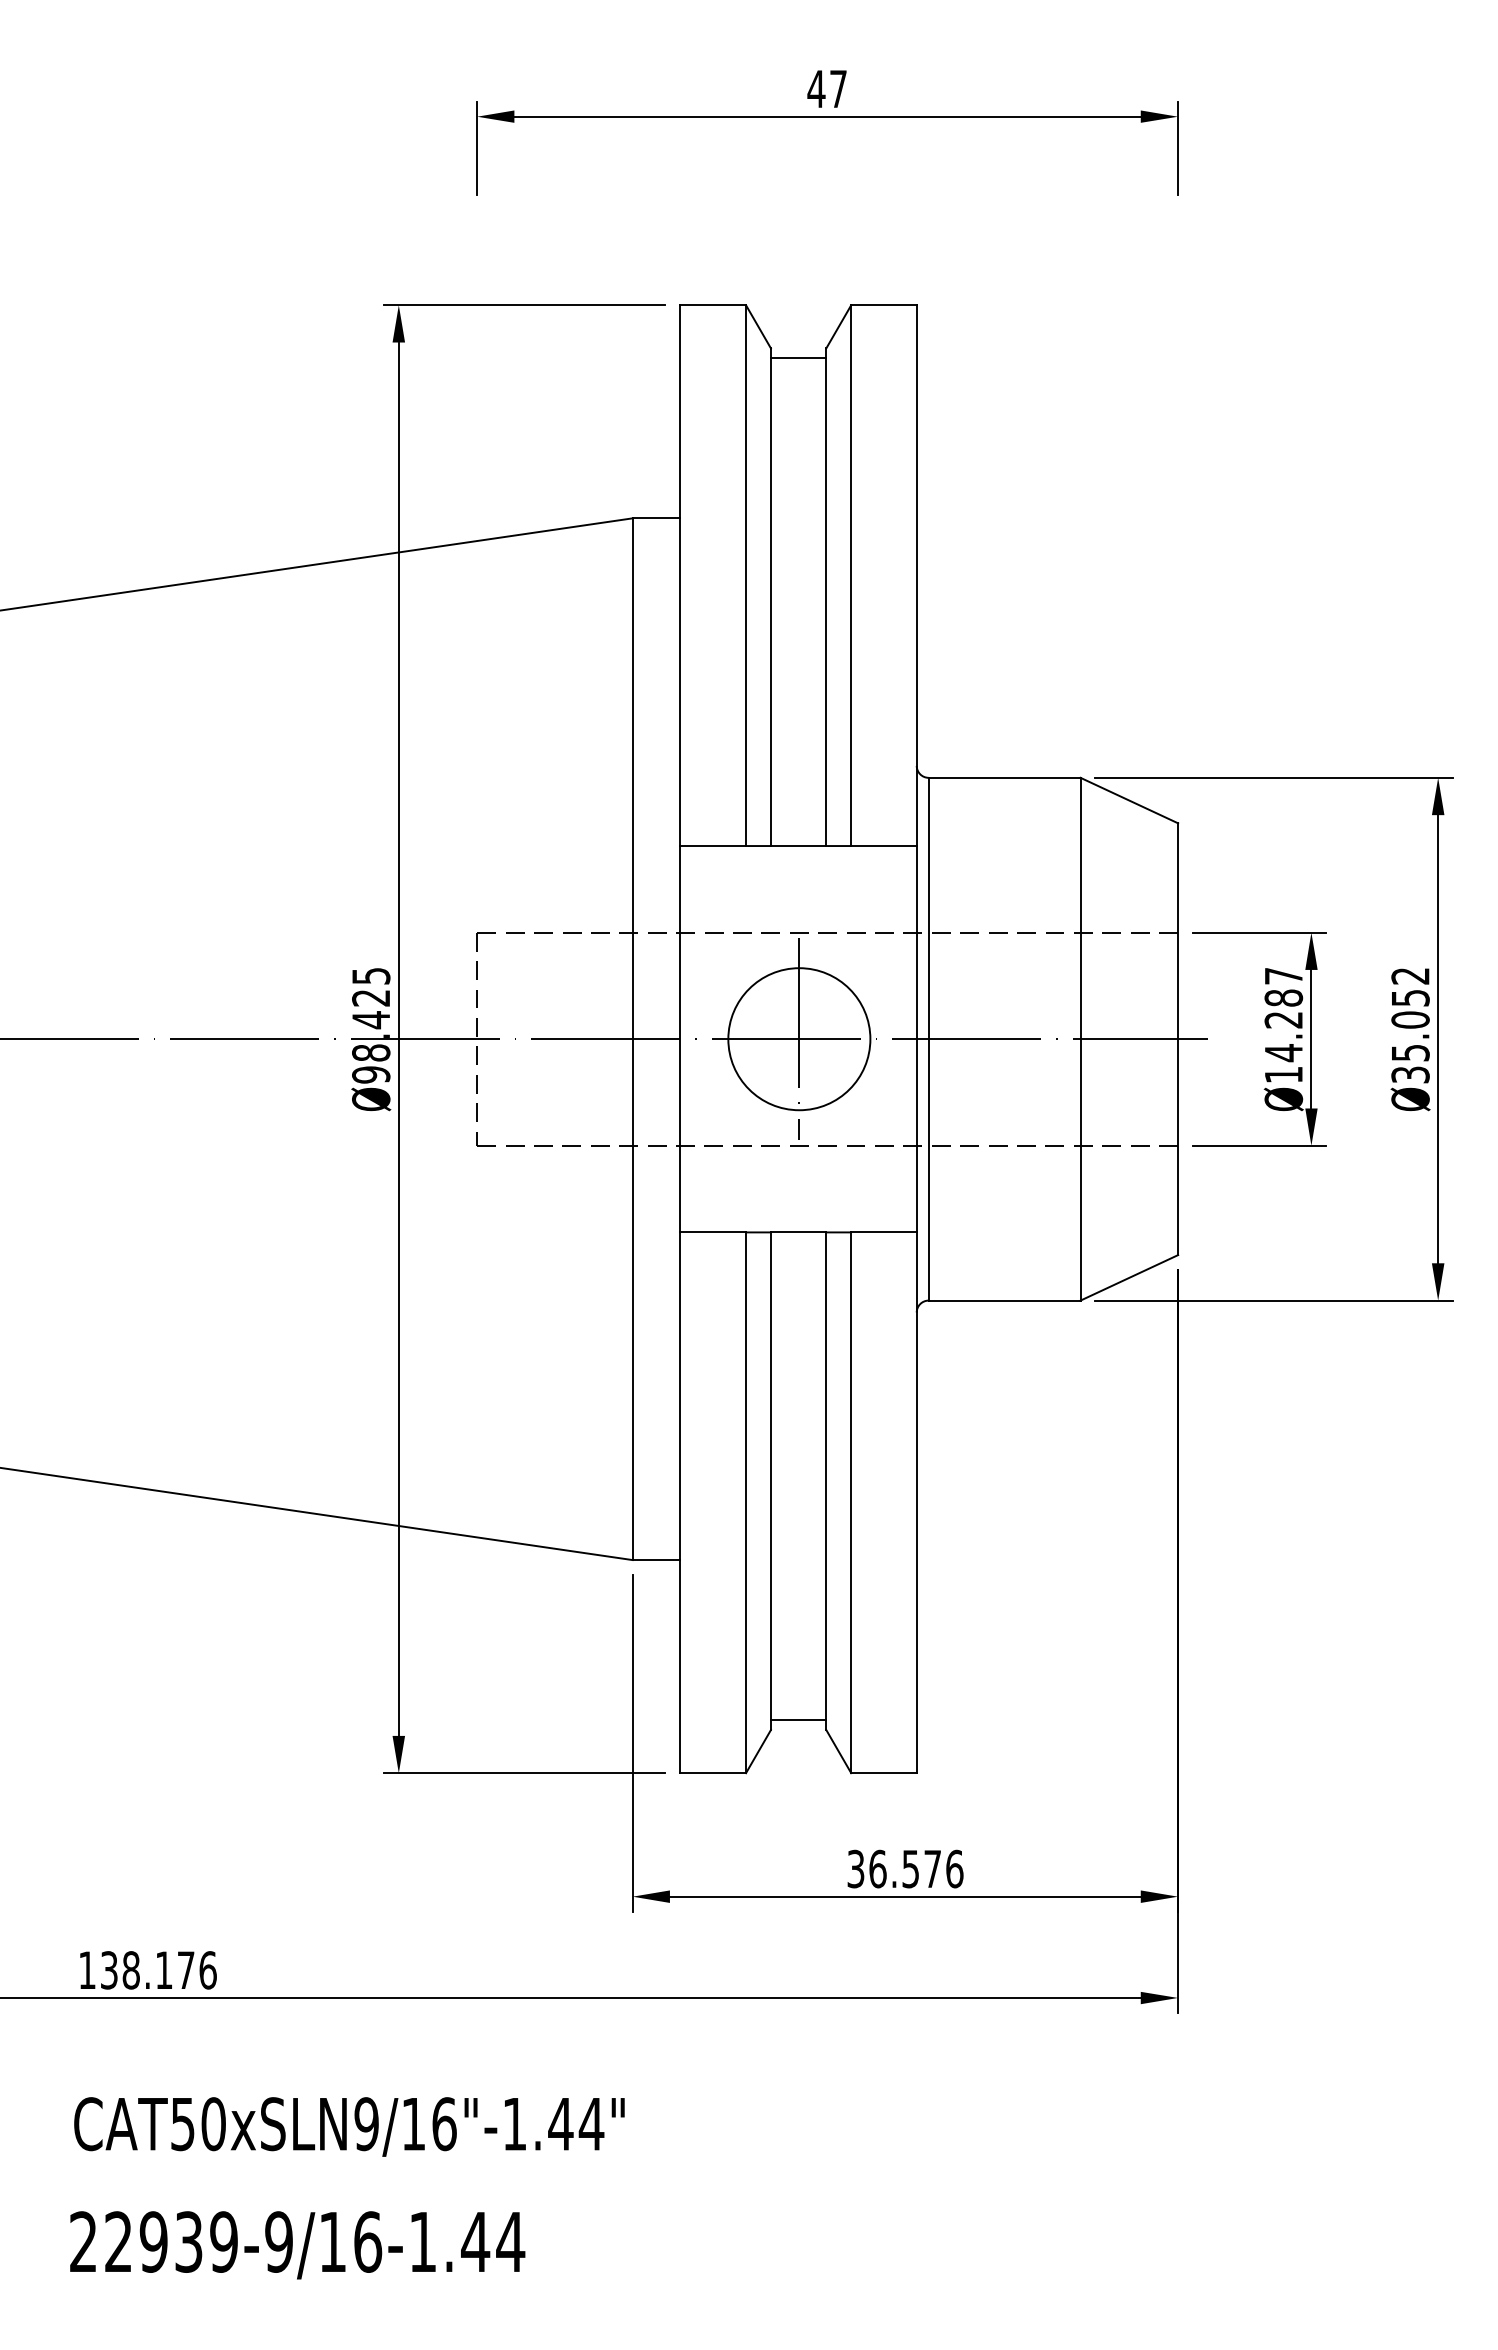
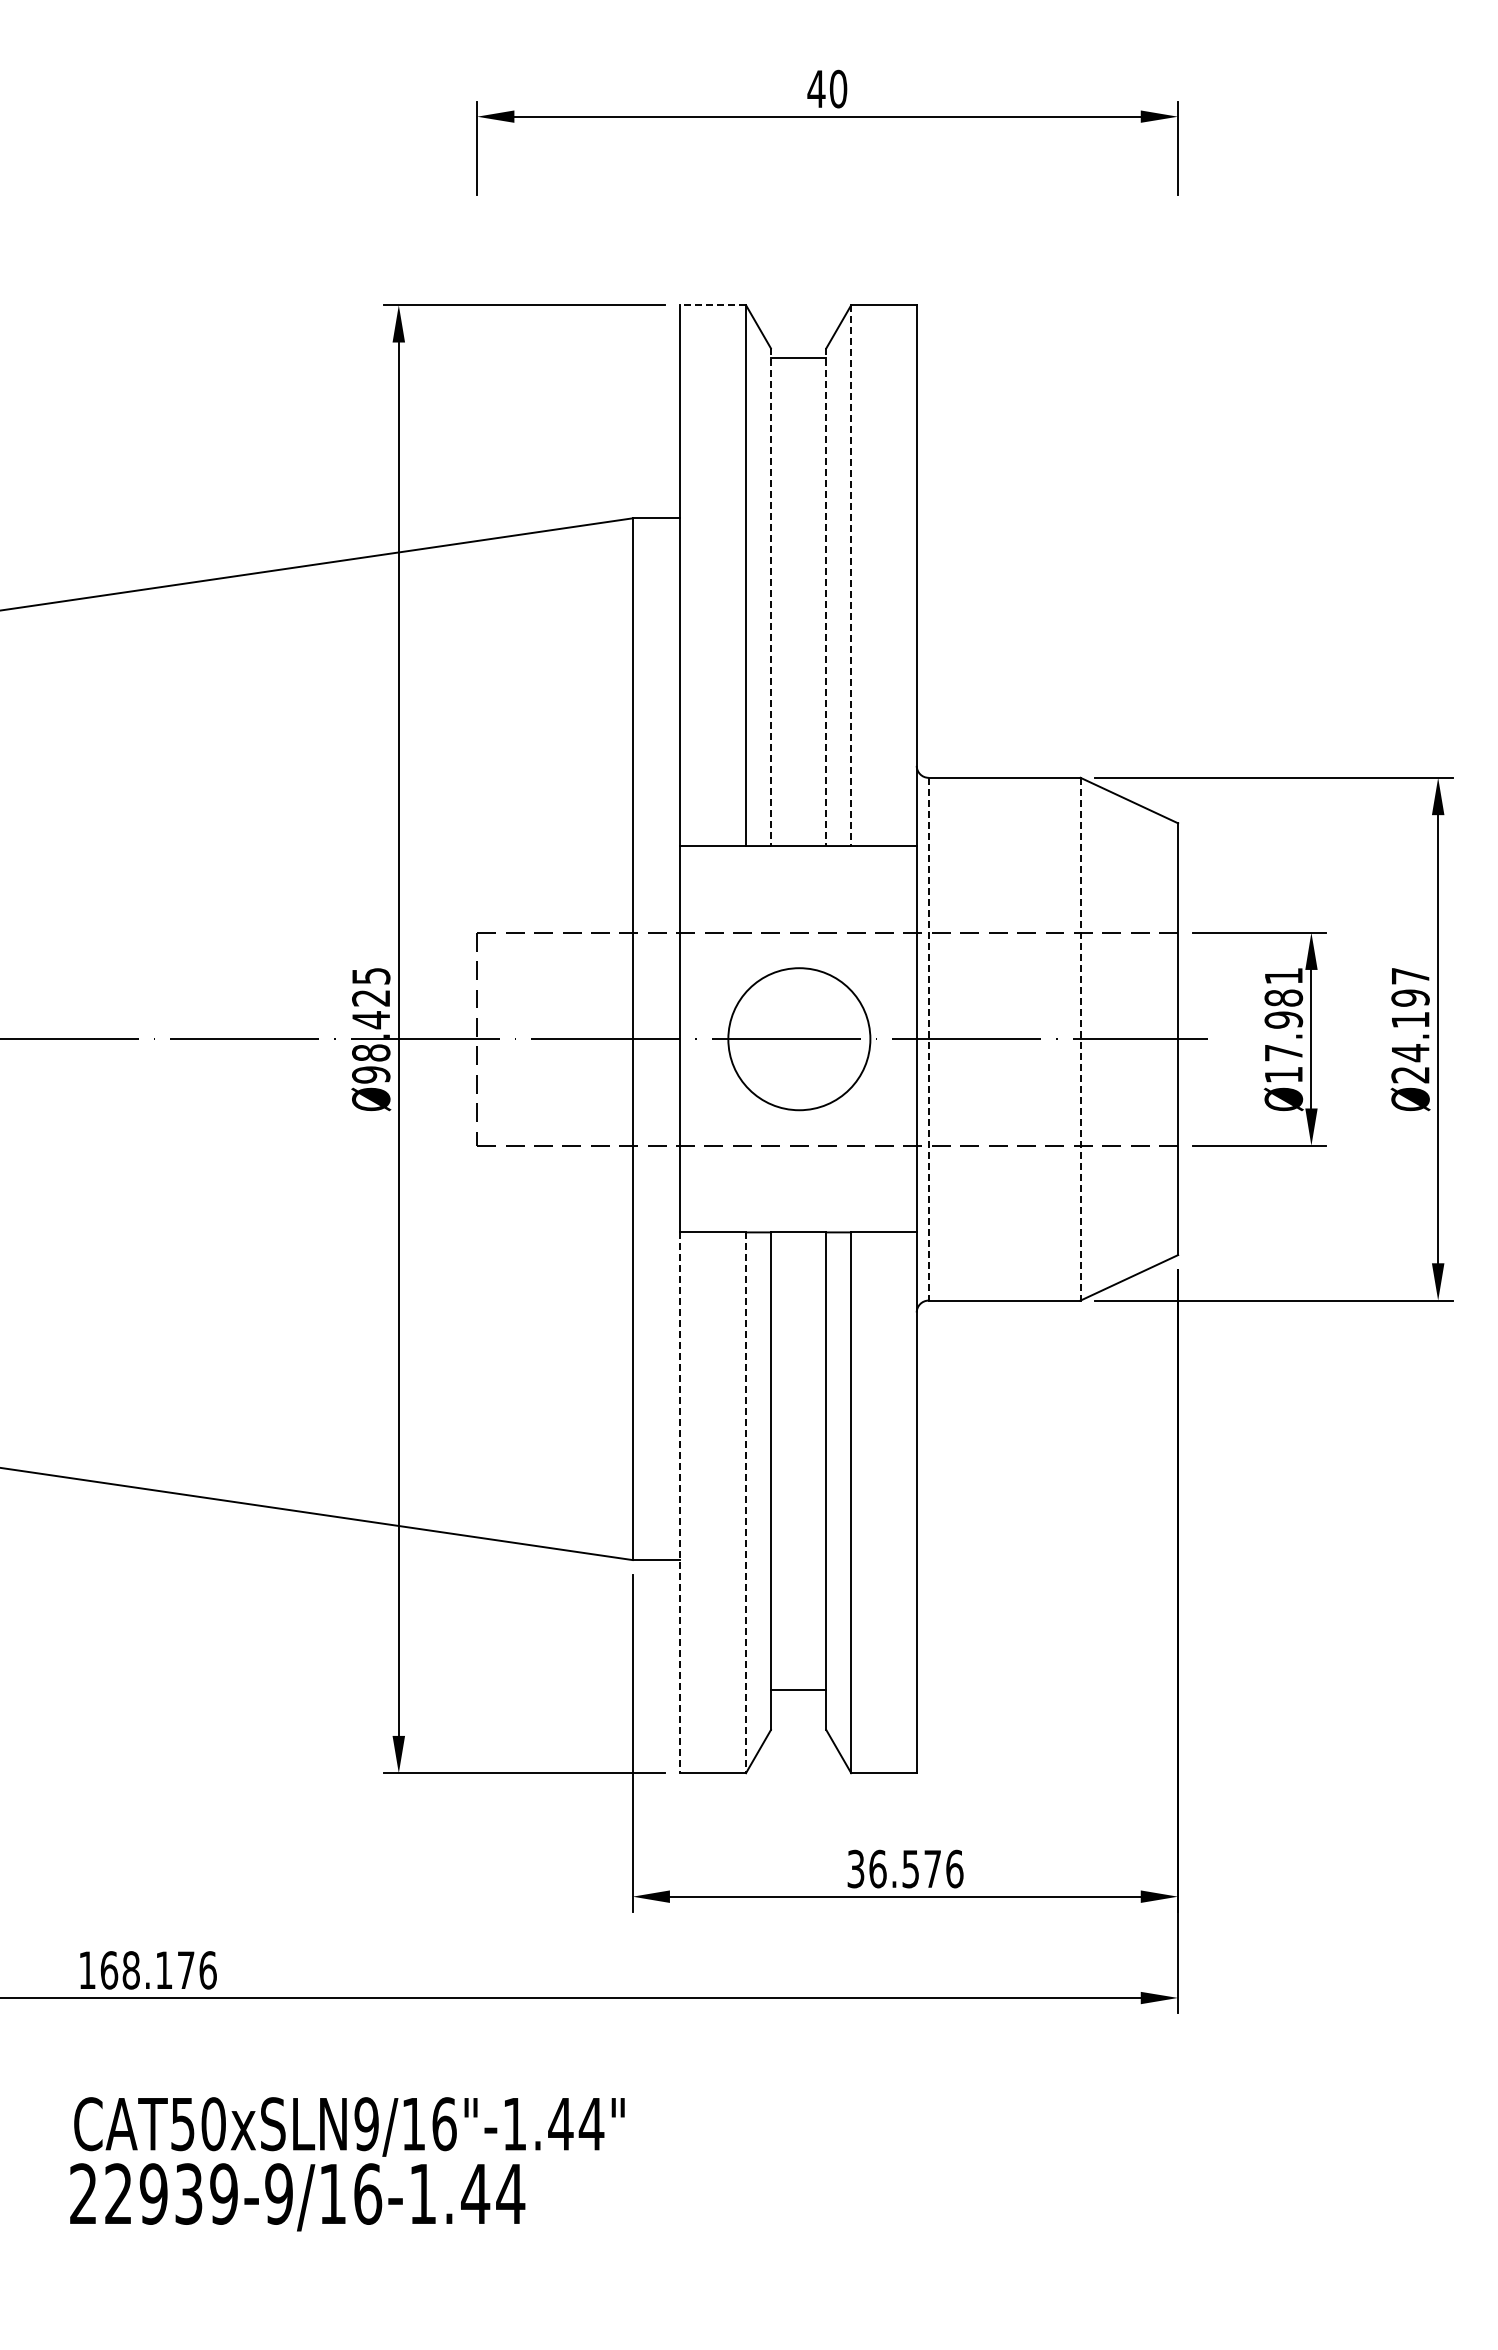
text at (838, 88): 47 -> 40
line at (712, 305): solid -> dashed
line at (851, 576): solid -> dashed
line at (770, 597): solid -> dashed
line at (826, 597): solid -> dashed
text at (1283, 1015): Ø14.287 -> Ø17.981
text at (1410, 1025): Ø35.052 -> Ø24.197
line at (799, 1039): present -> none
line at (928, 1039): solid -> dashed
line at (1080, 1039): solid -> dashed
line at (679, 1503): solid -> dashed
line at (746, 1503): solid -> dashed
line at (798, 1719) position: (798, 1719) -> (798, 1689)
text at (109, 1970): 138.176 -> 168.176
text at (297, 2245) position: (297, 2245) -> (297, 2197)
